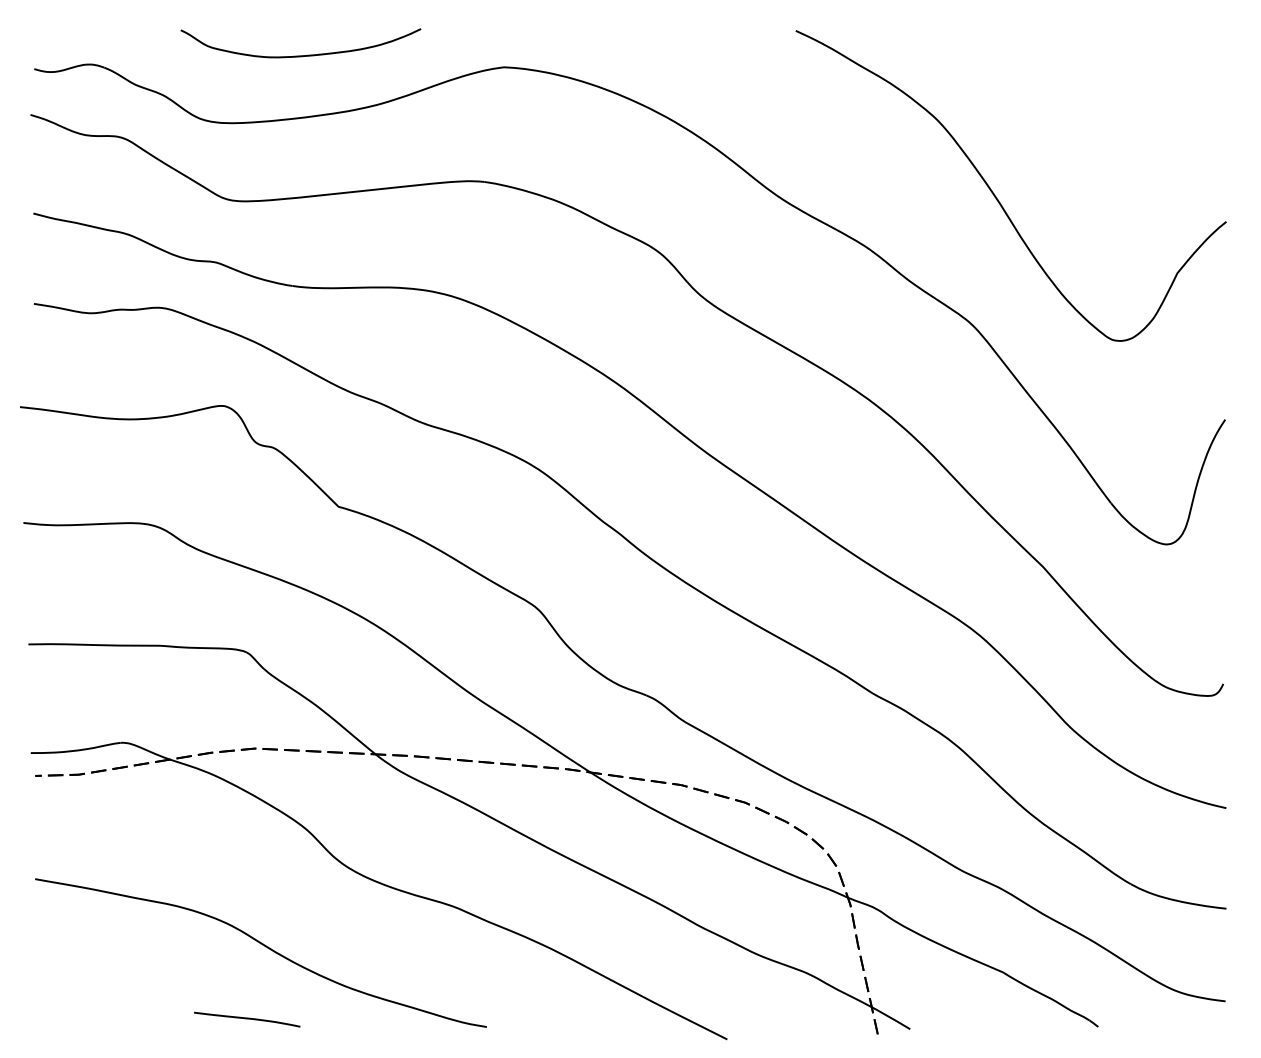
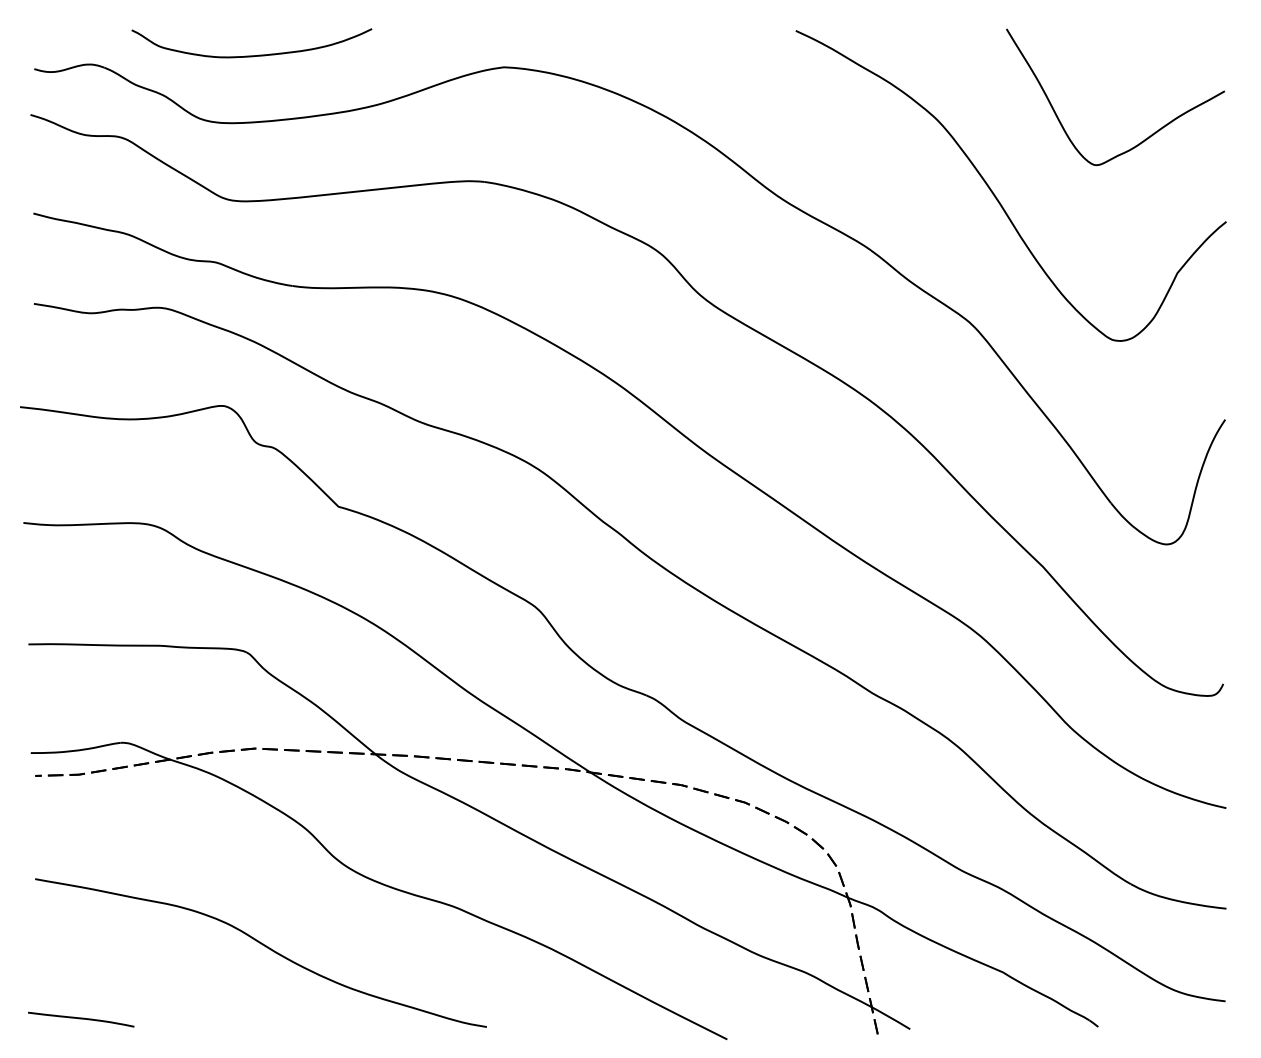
curve at (300, 55) position: (300, 55) -> (251, 55)
curve at (1145, 138): none -> present
curve at (247, 1019) position: (247, 1019) -> (81, 1019)
